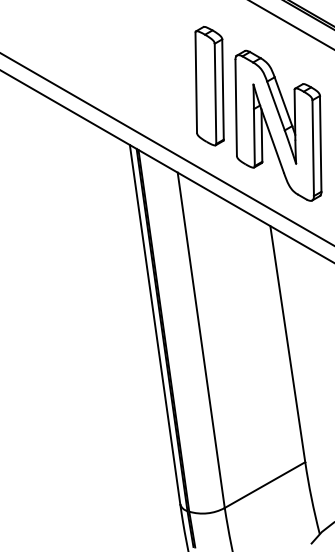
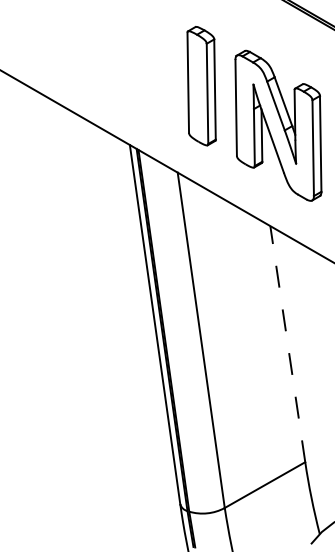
line at (291, 25): present -> none
part at (209, 86) position: (209, 86) -> (201, 86)
line at (166, 149): present -> none
line at (287, 343): solid -> dashed
